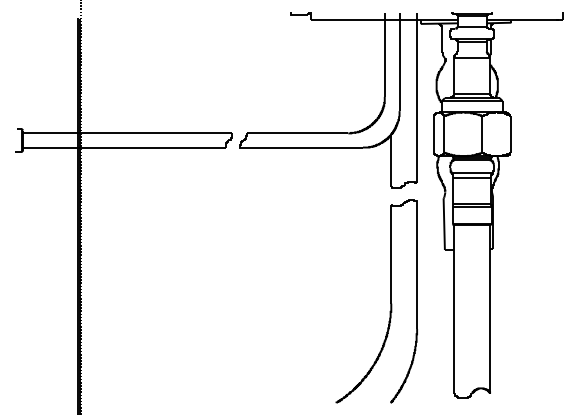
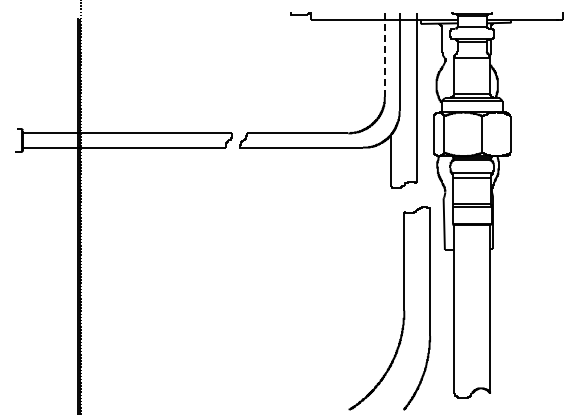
line at (384, 55): solid -> dashed
part at (390, 301) position: (390, 301) -> (403, 308)
